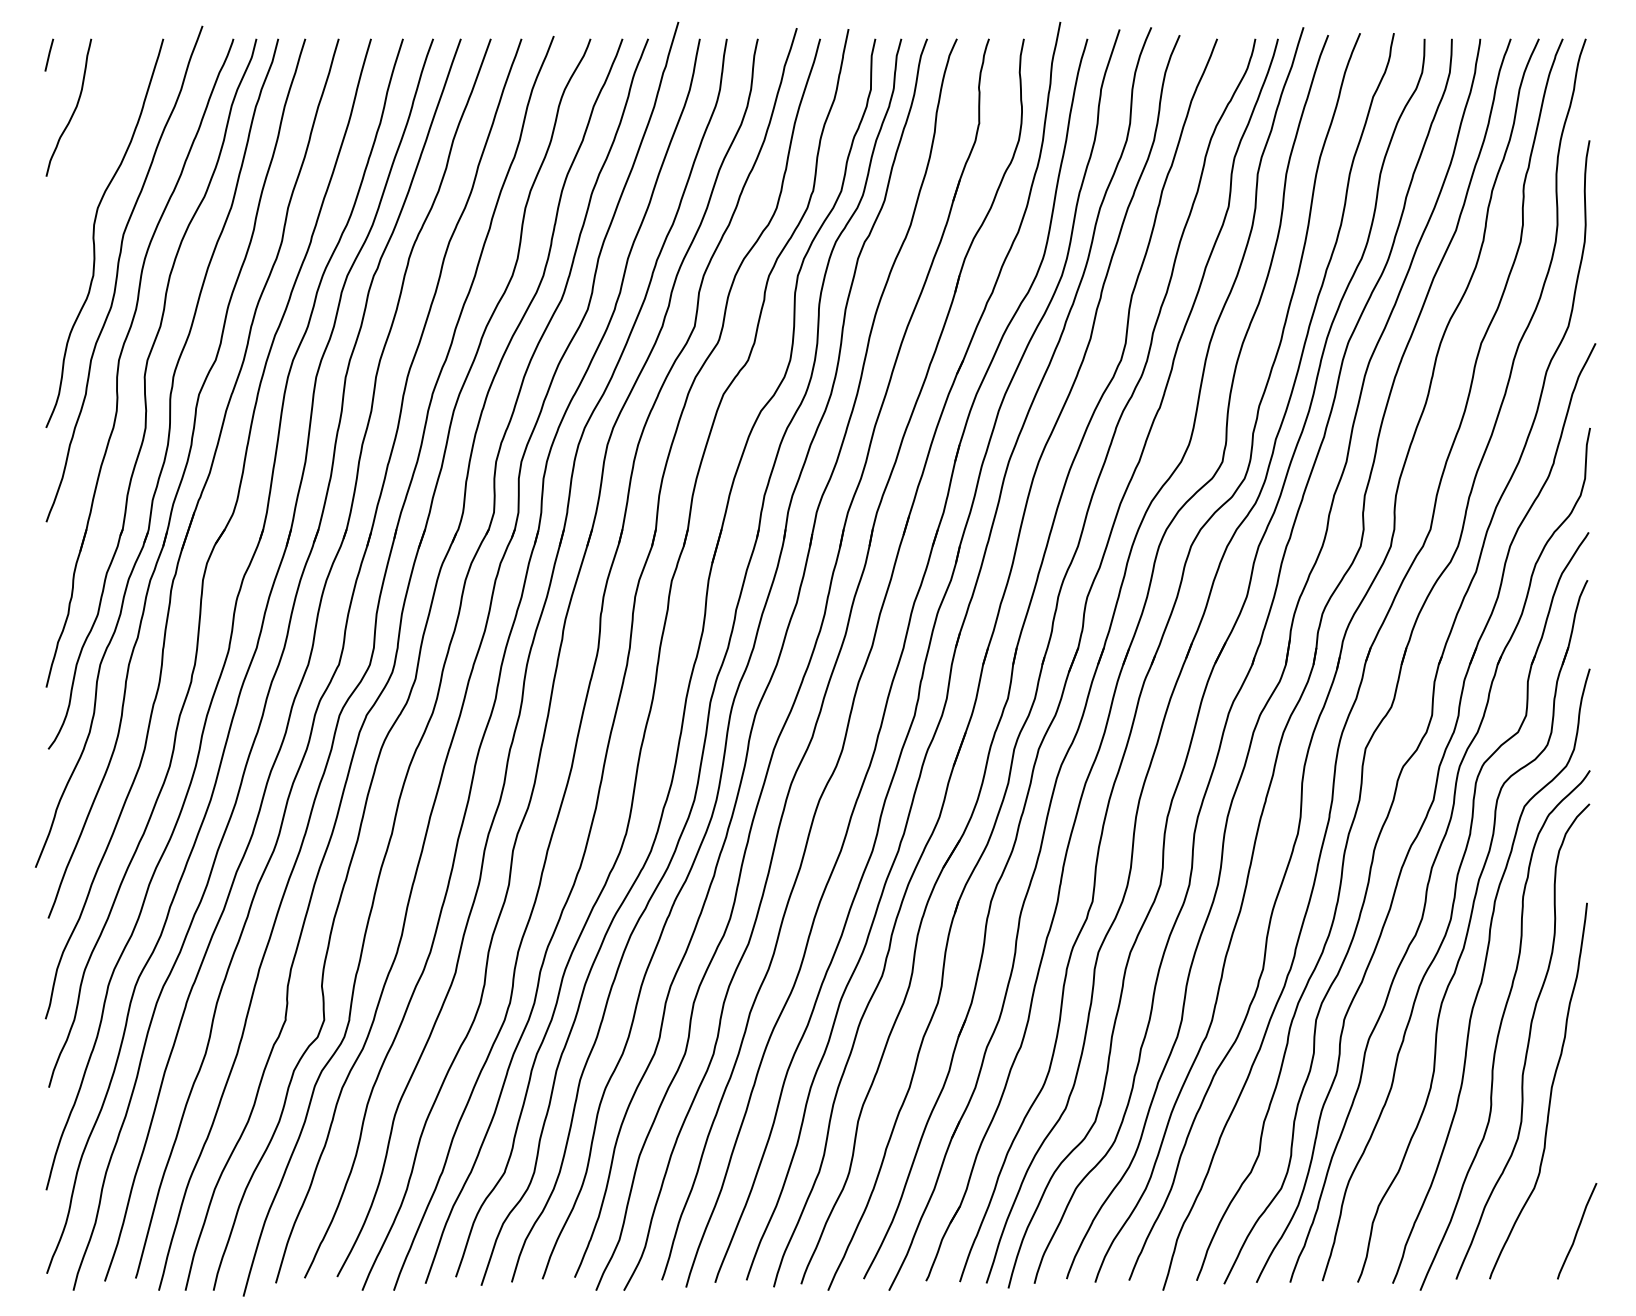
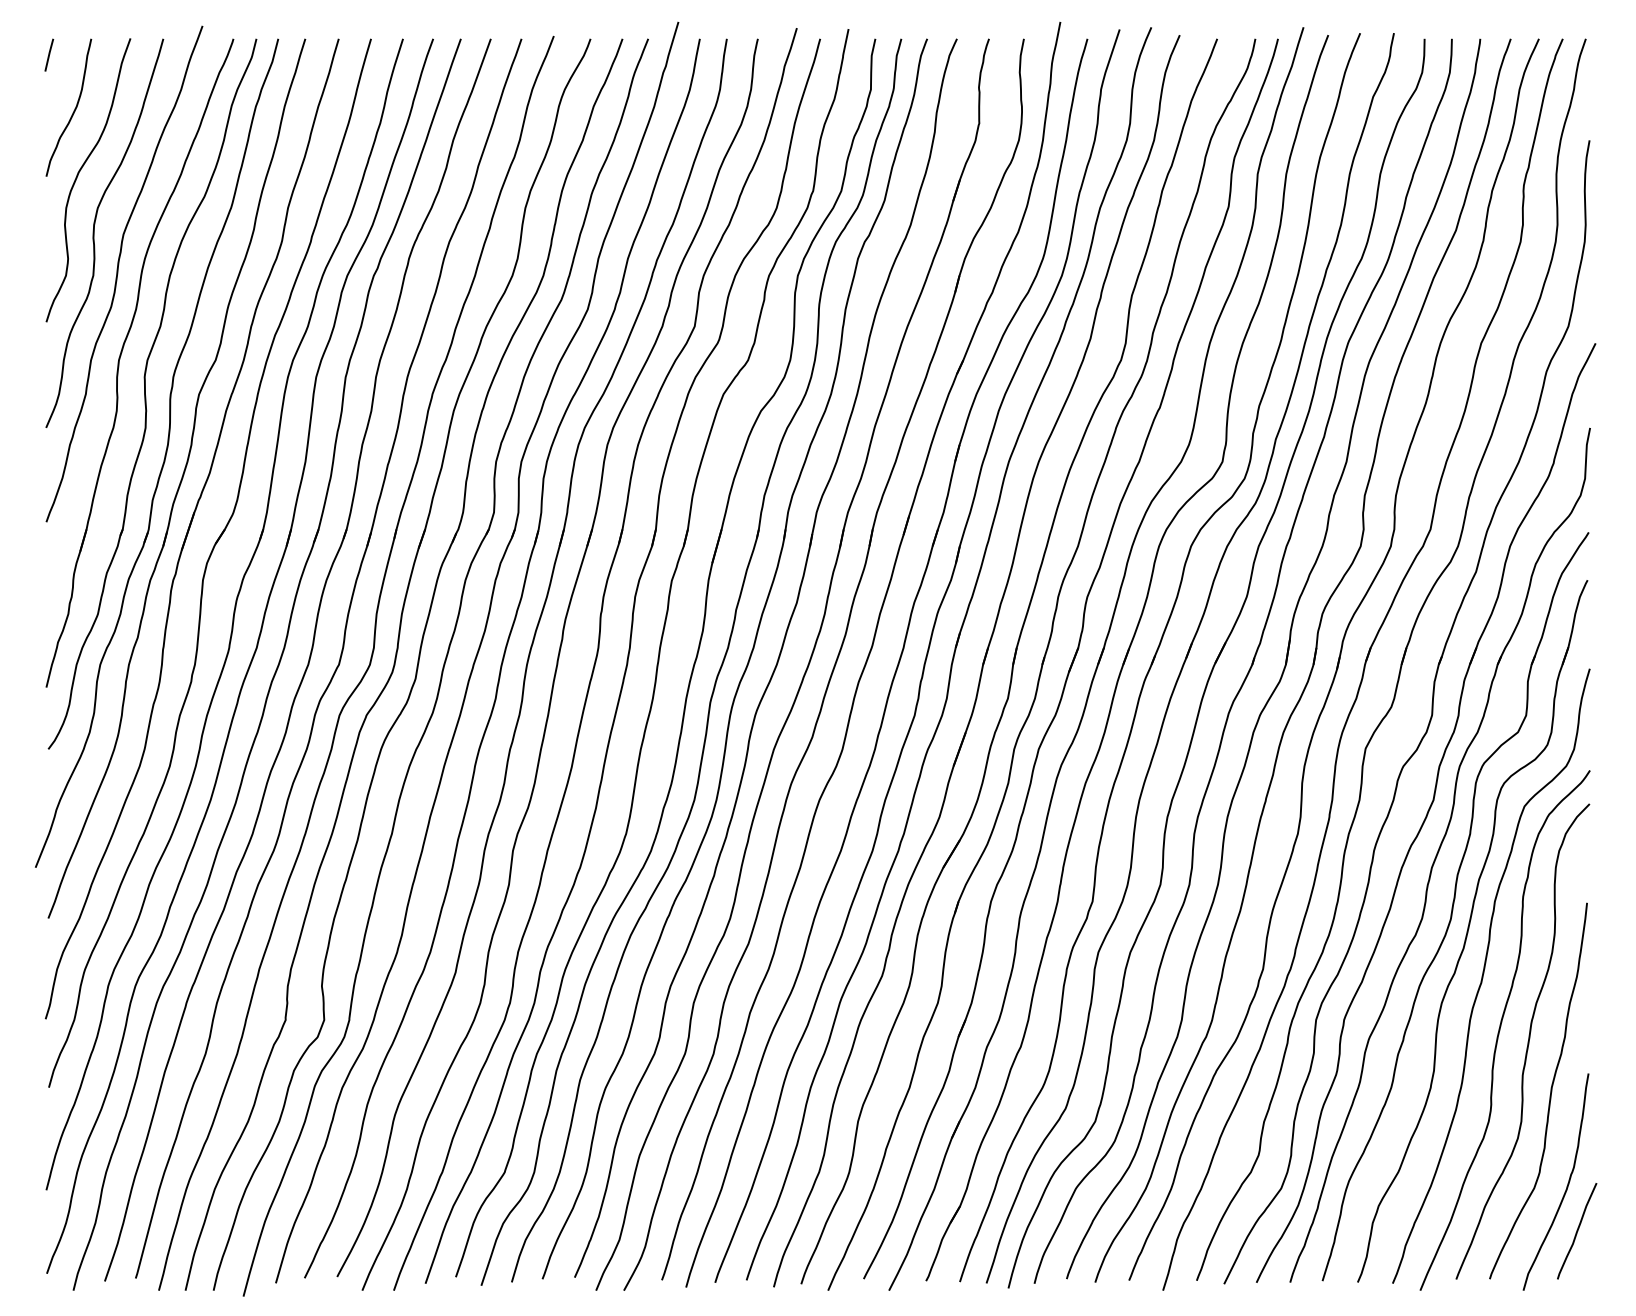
curve at (78, 176): none -> present
curve at (1566, 1186): none -> present
